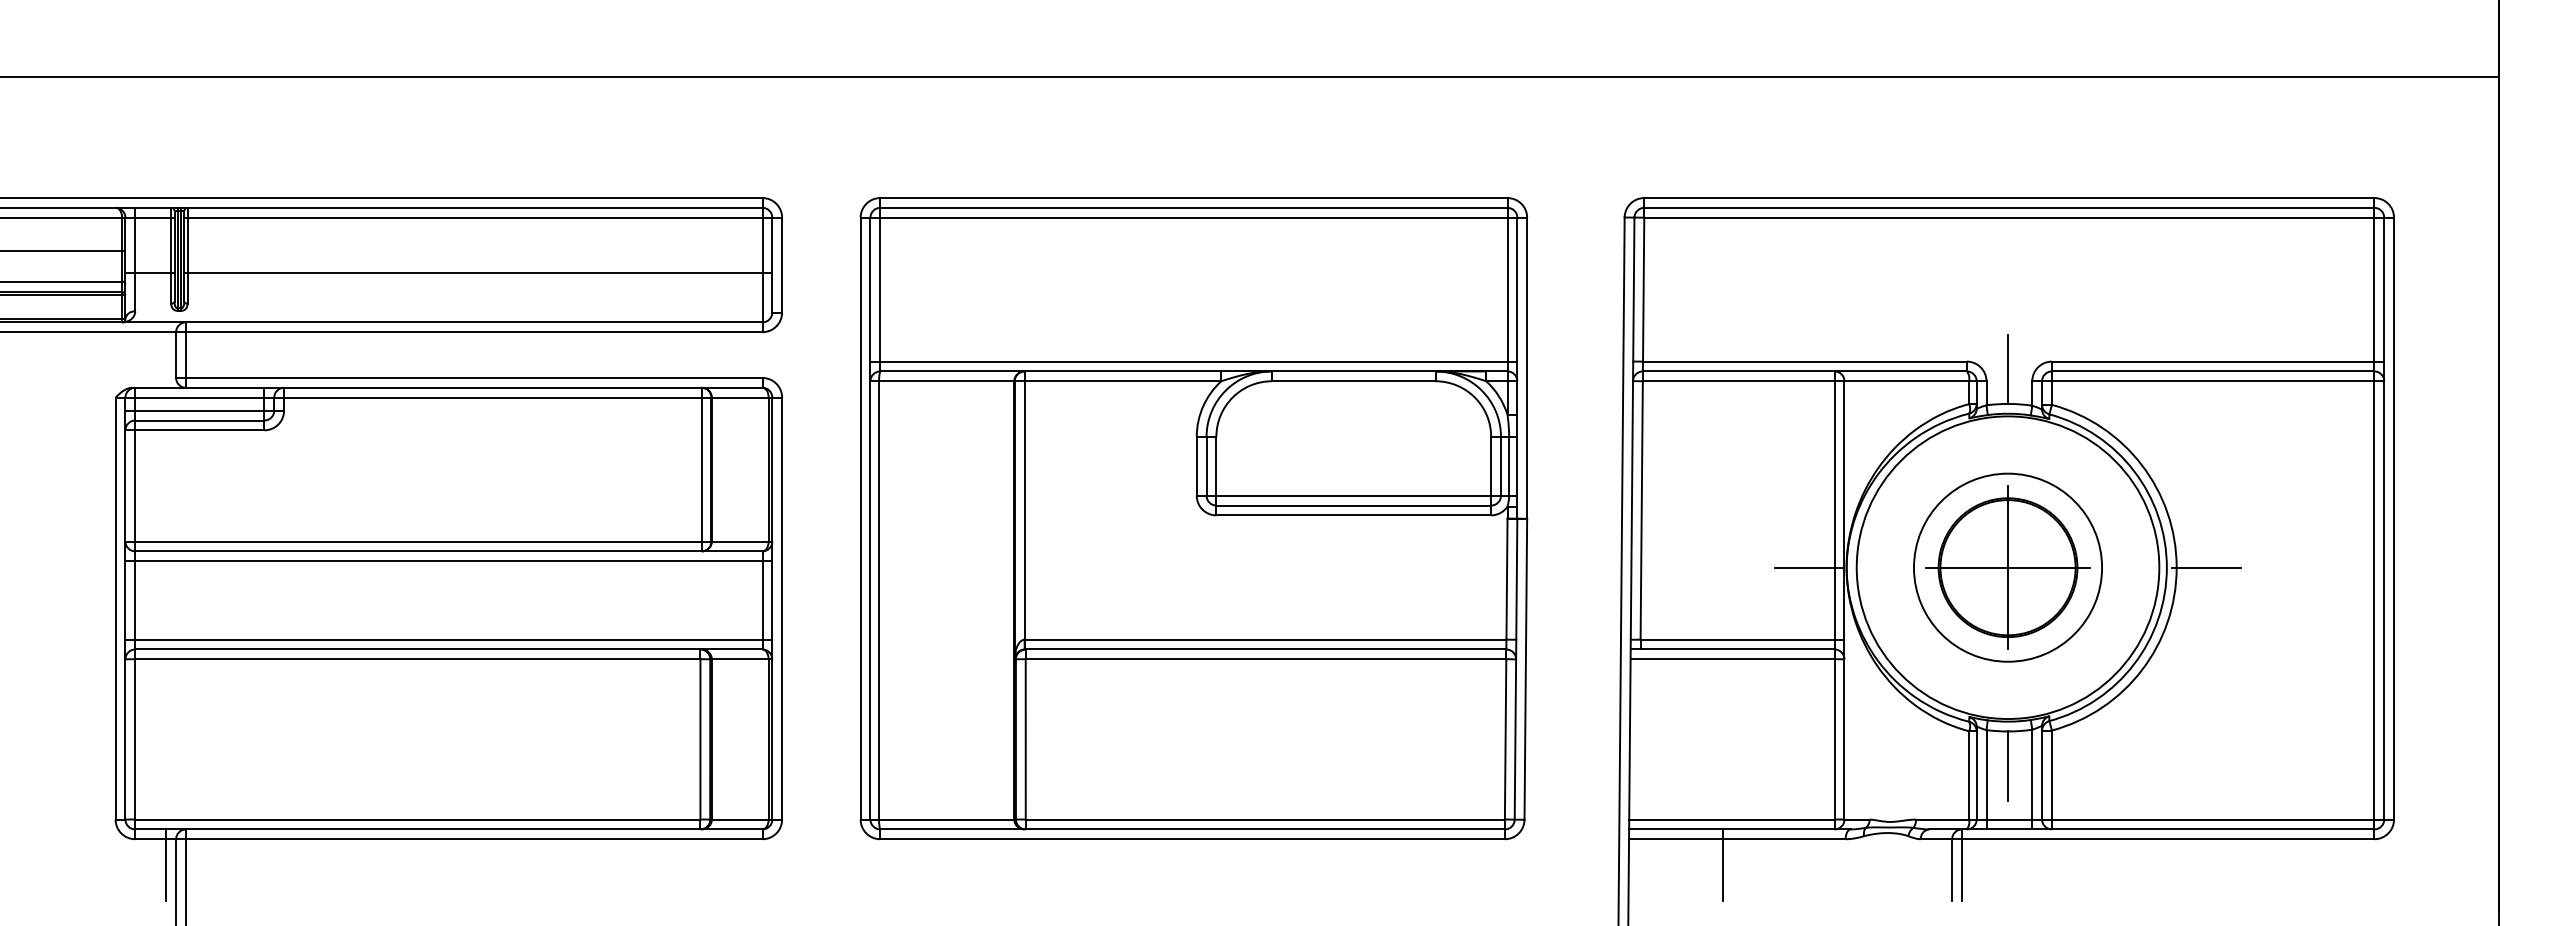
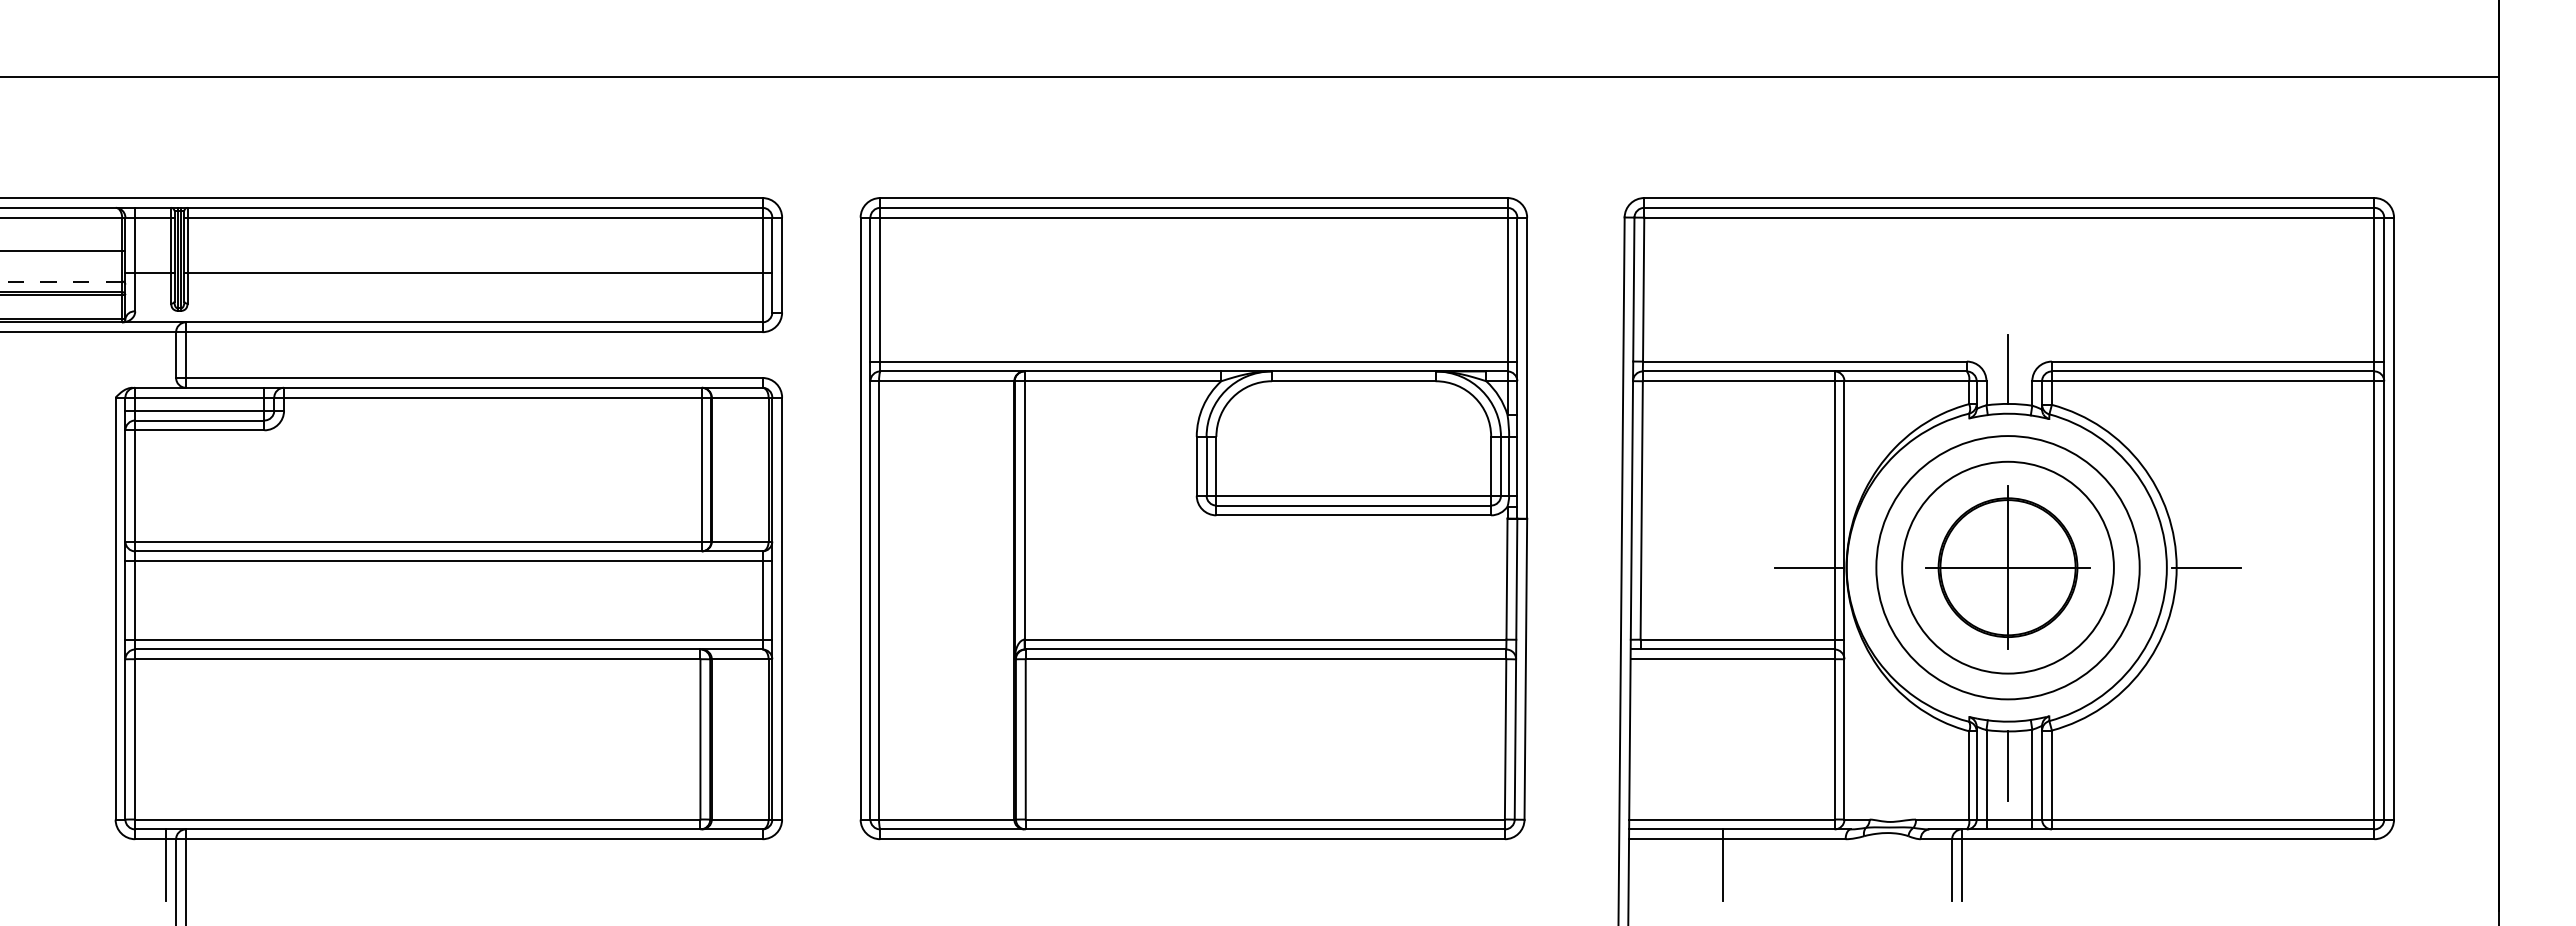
line at (61, 281): solid -> dashed
circle at (2007, 567) diameter: 188 px -> 263 px
circle at (2007, 567) diameter: 303 px -> 212 px
